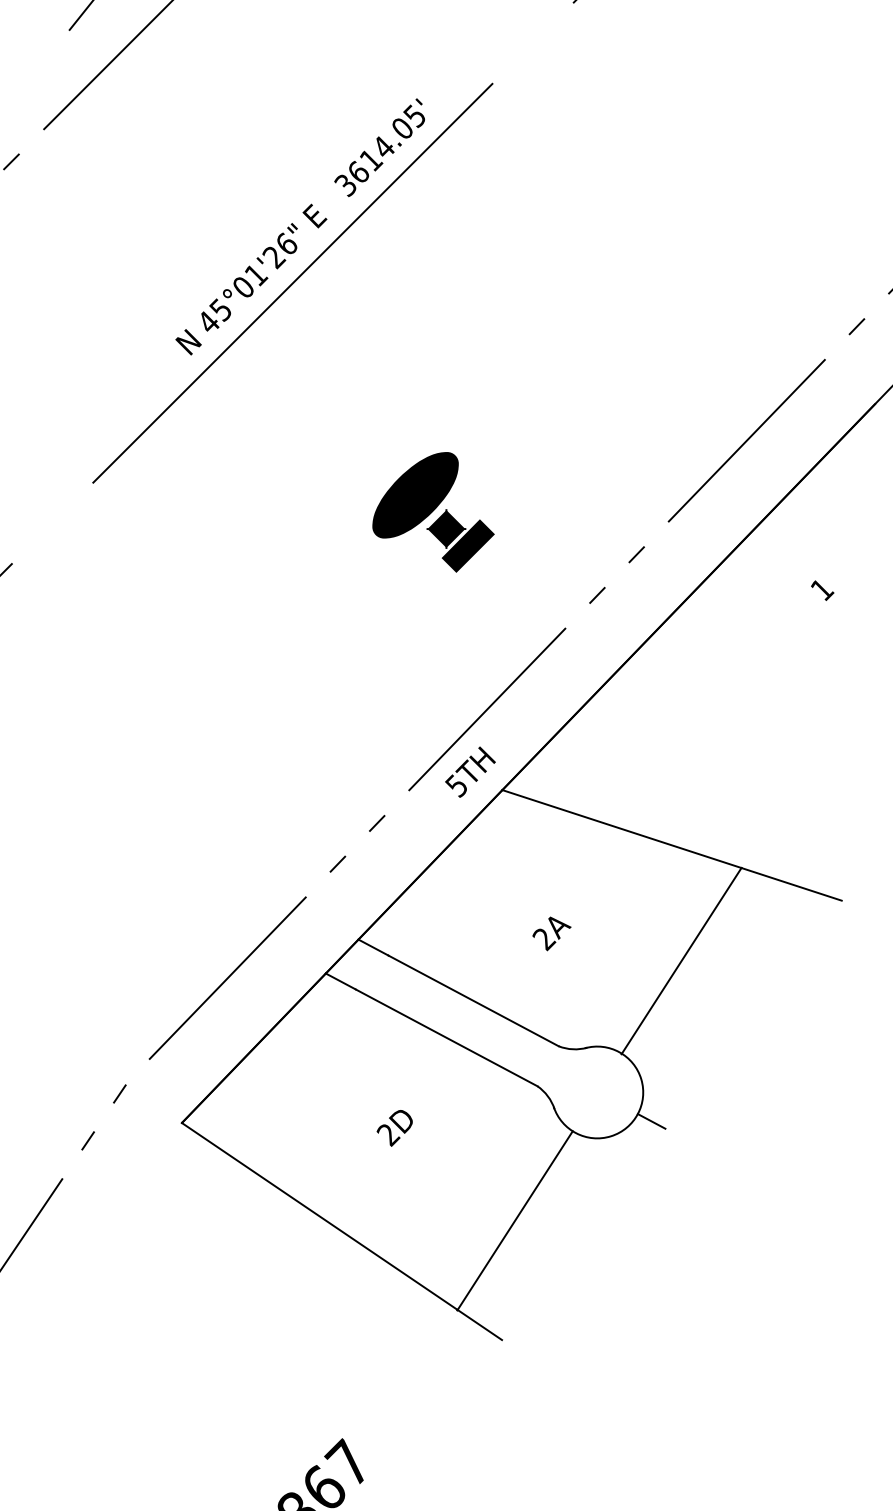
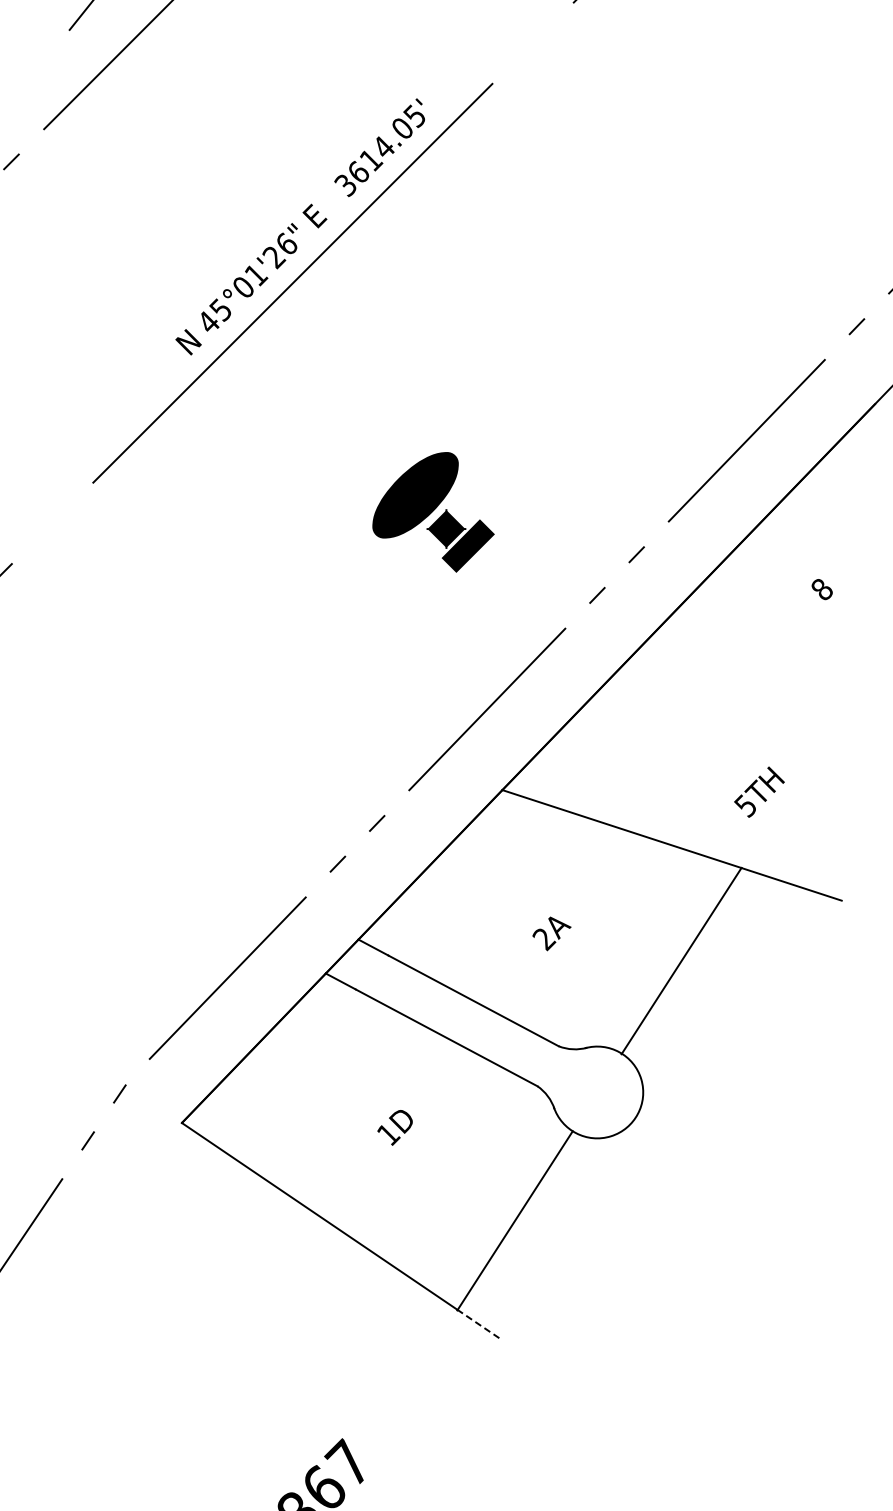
text at (822, 589): 1 -> 8
text at (470, 771) position: (470, 771) -> (759, 791)
line at (651, 1121): present -> none
text at (388, 1135): 2D -> 1D
line at (479, 1325): solid -> dashed
